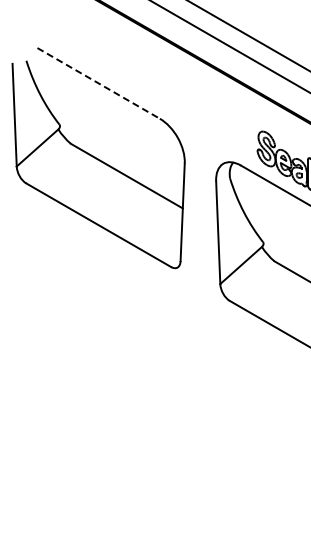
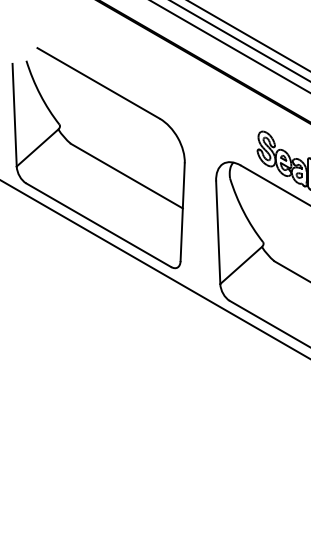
line at (240, 40): none -> present
line at (98, 83): dashed -> solid
line at (154, 269): none -> present
